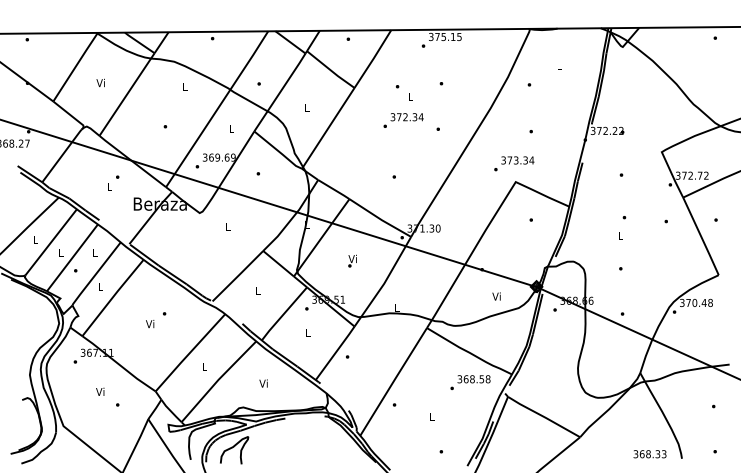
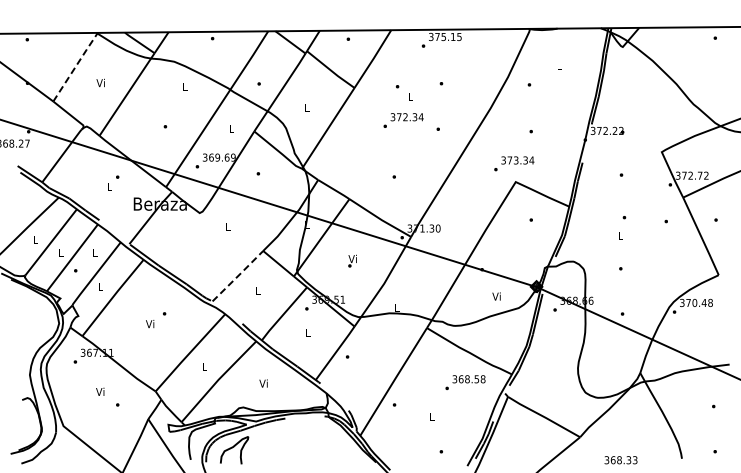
line at (75, 66): solid -> dashed
line at (238, 276): solid -> dashed
text at (470, 382) position: (470, 382) -> (465, 382)
text at (649, 454) position: (649, 454) -> (620, 460)
